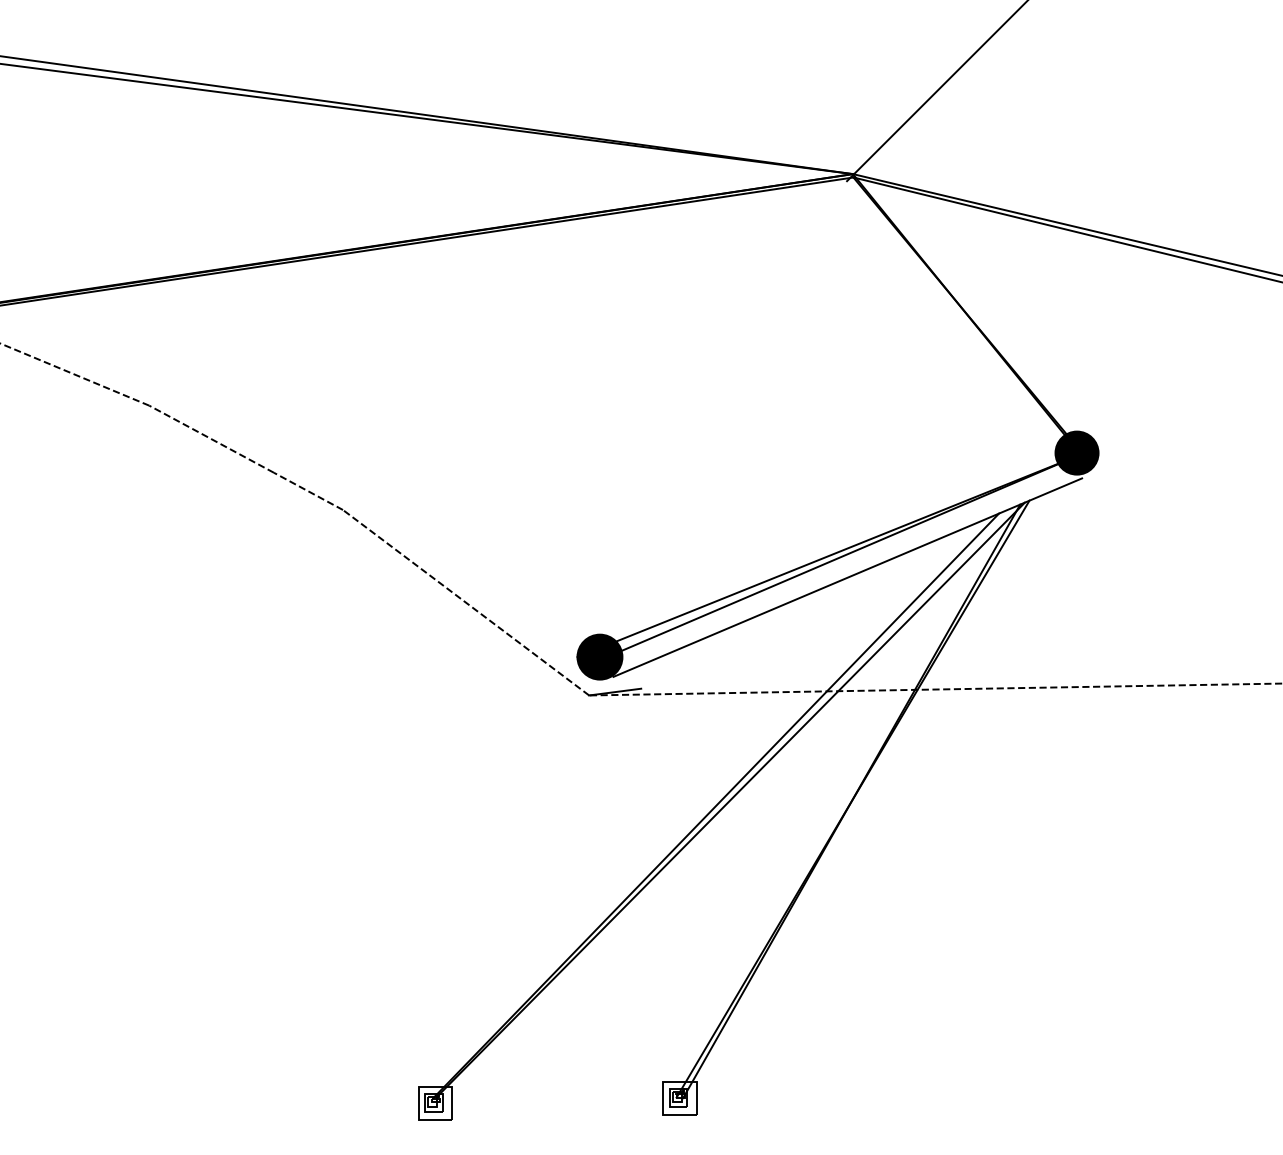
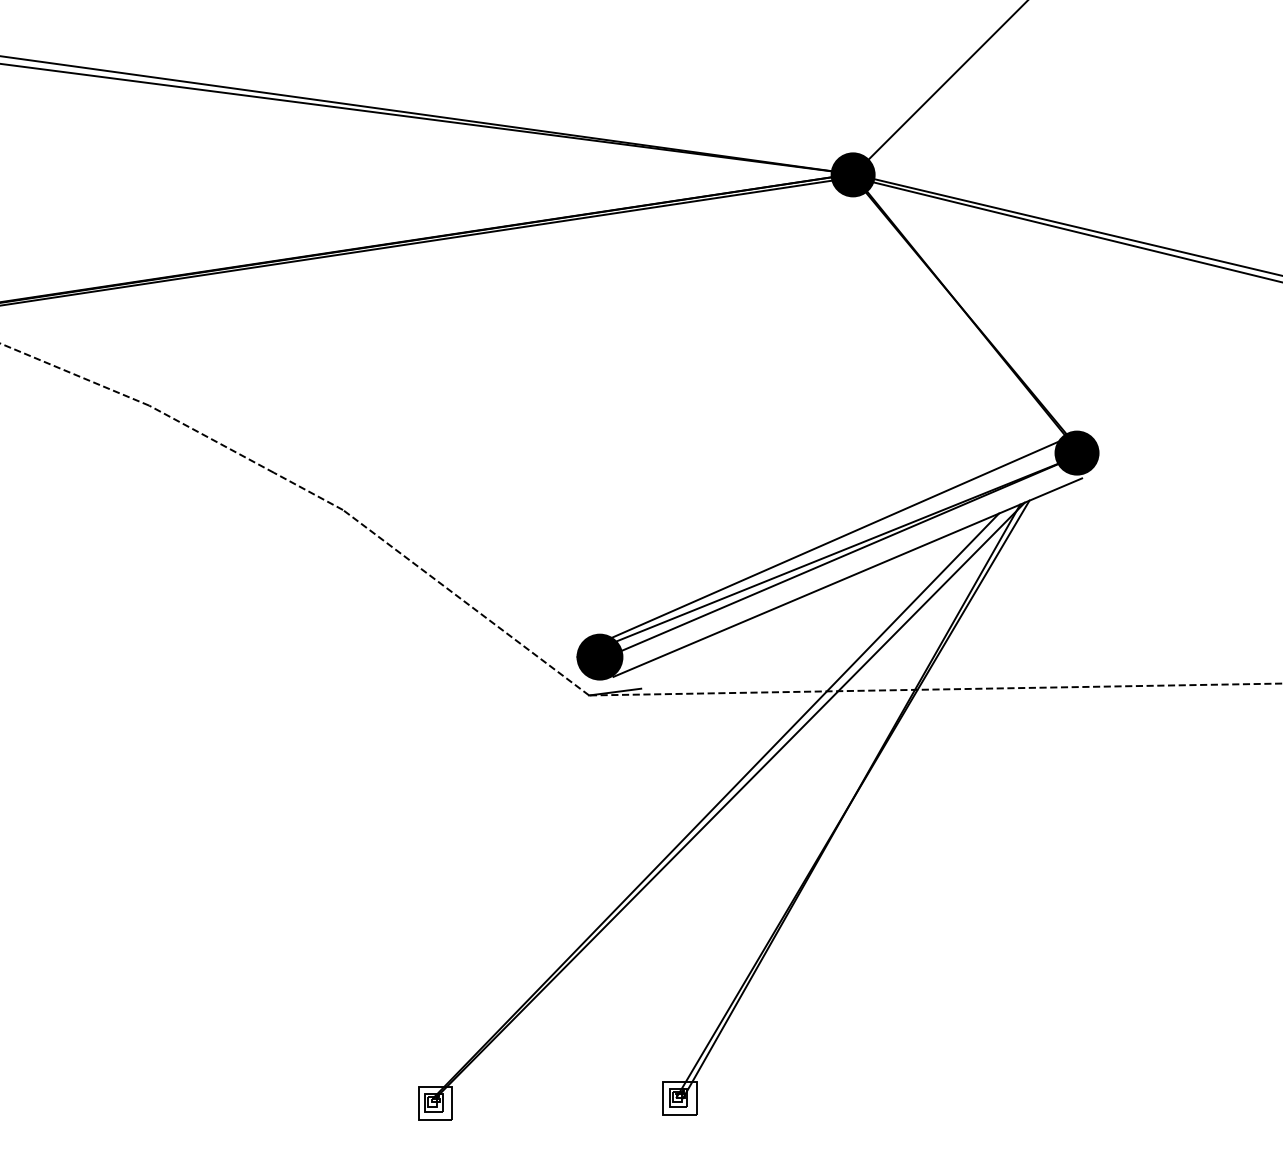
fill at (852, 174): none -> present
line at (843, 535): none -> present
